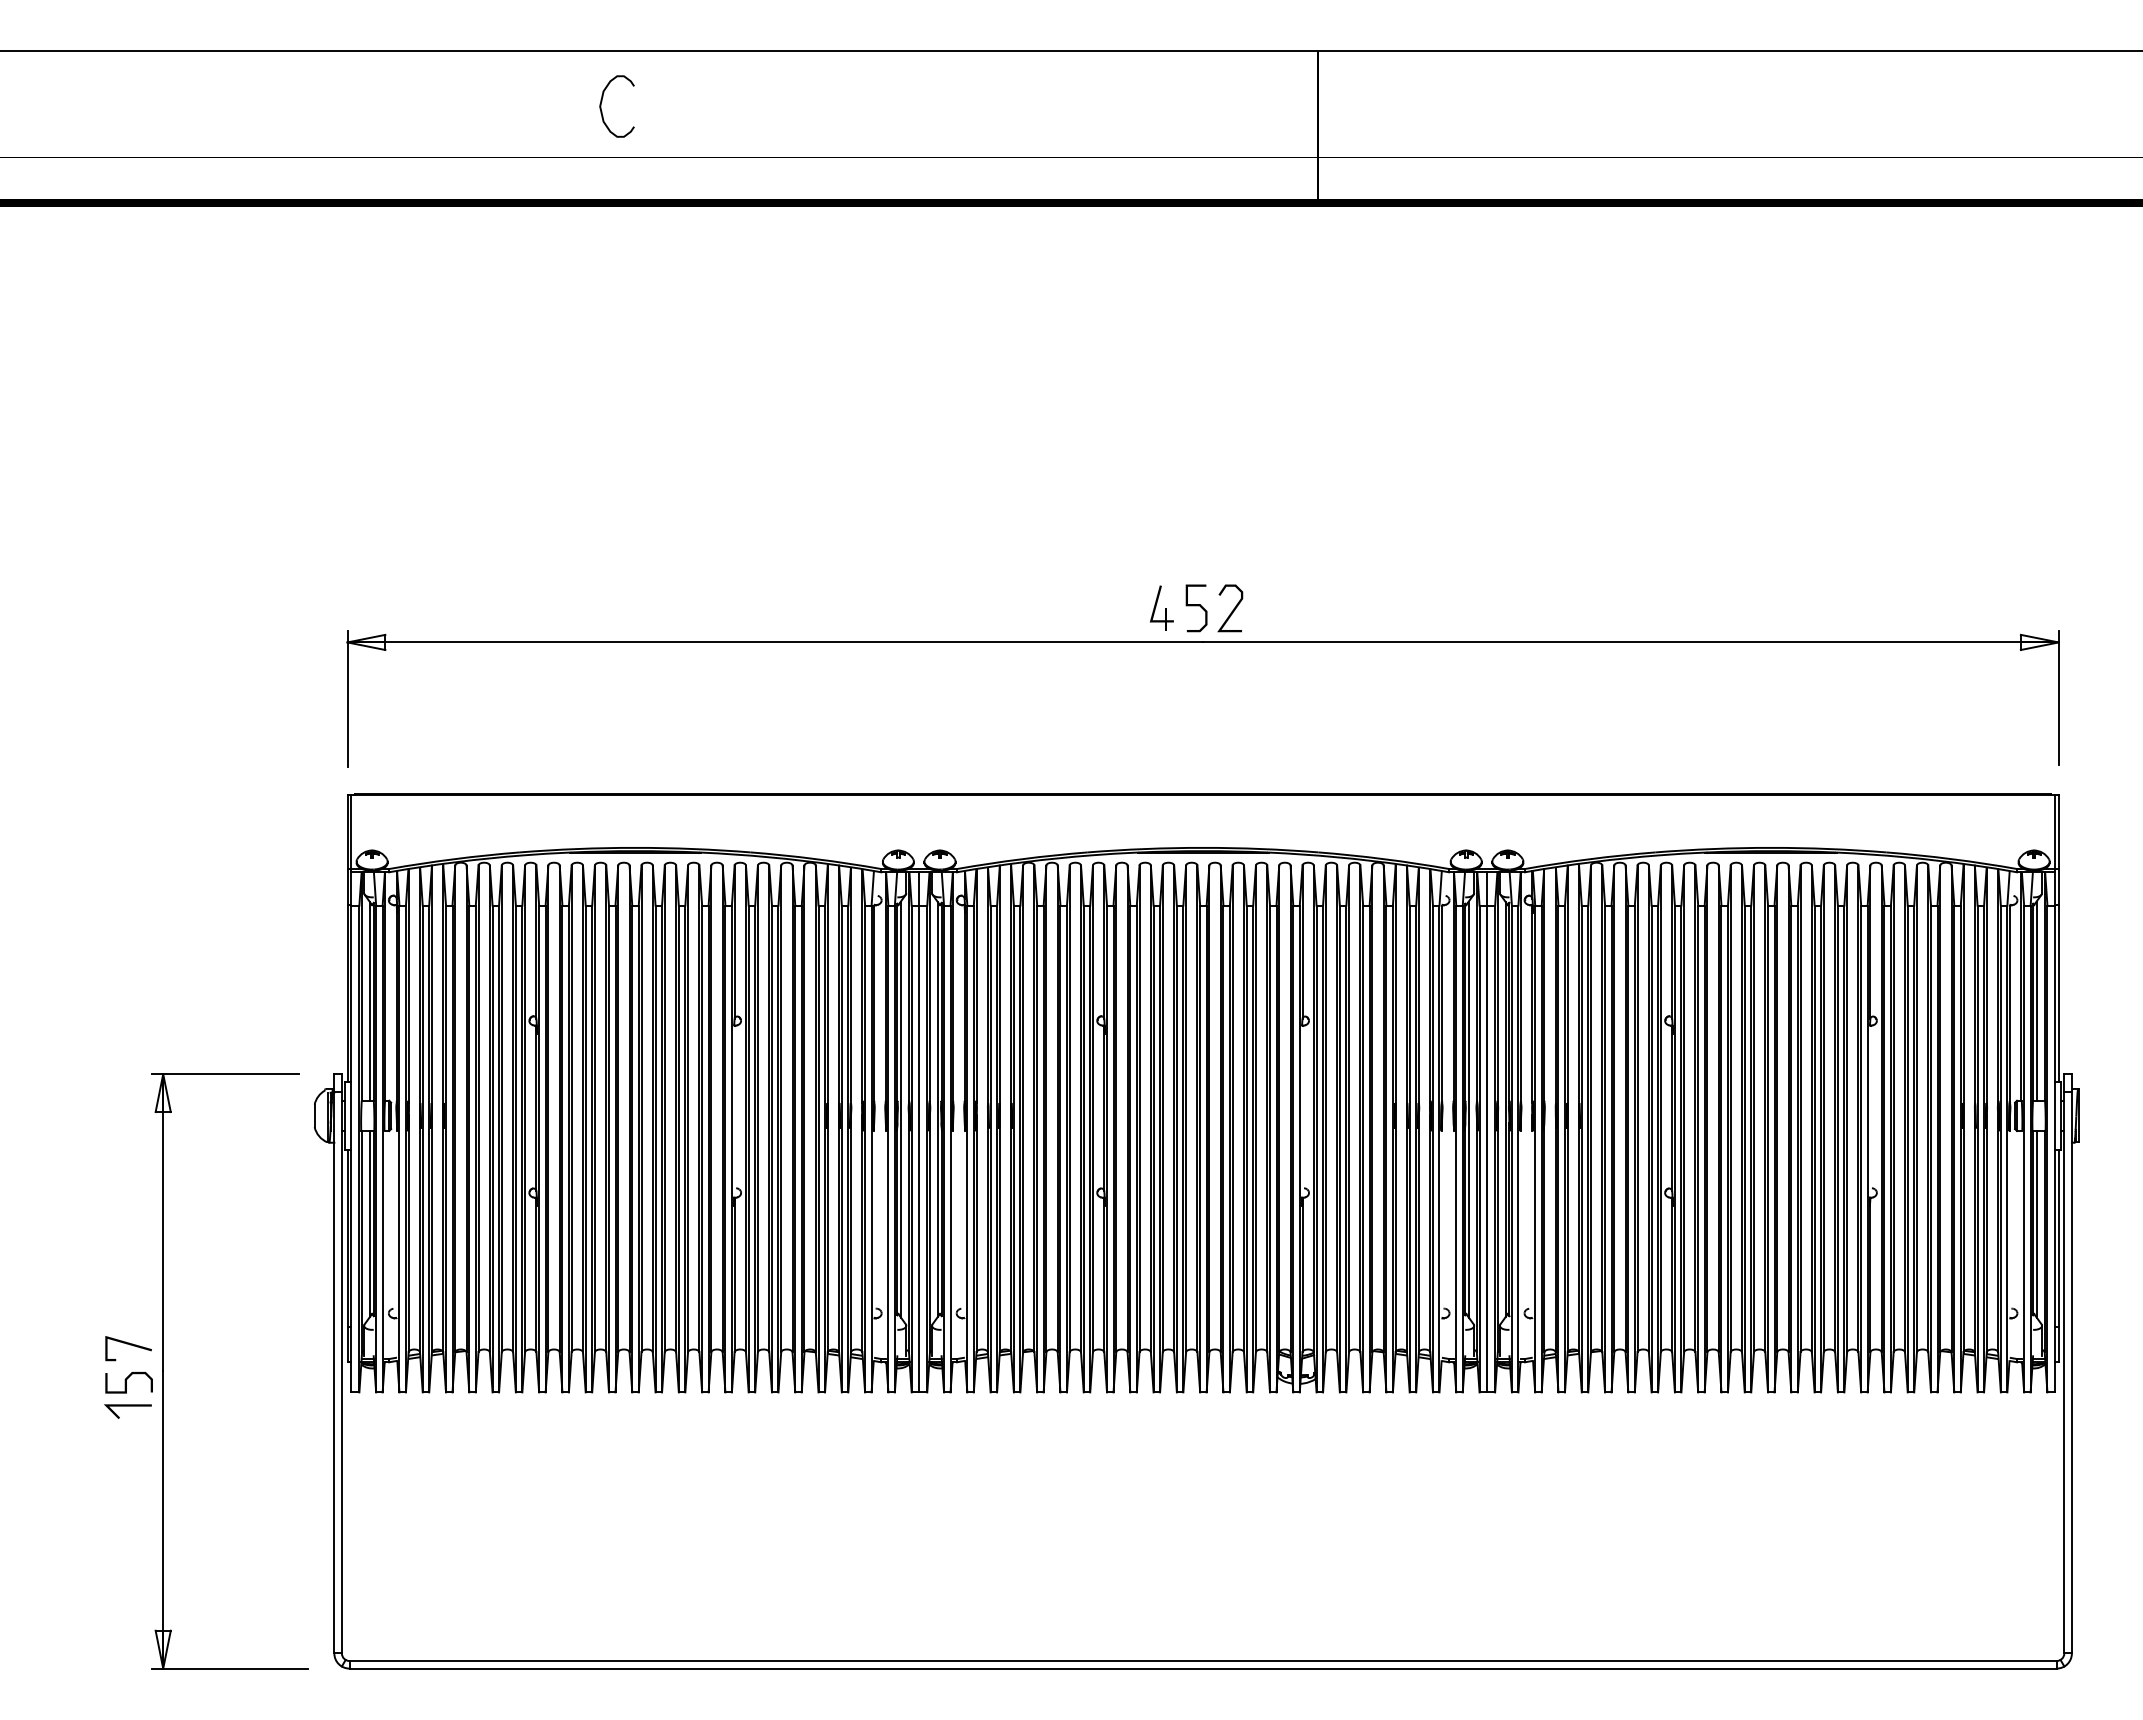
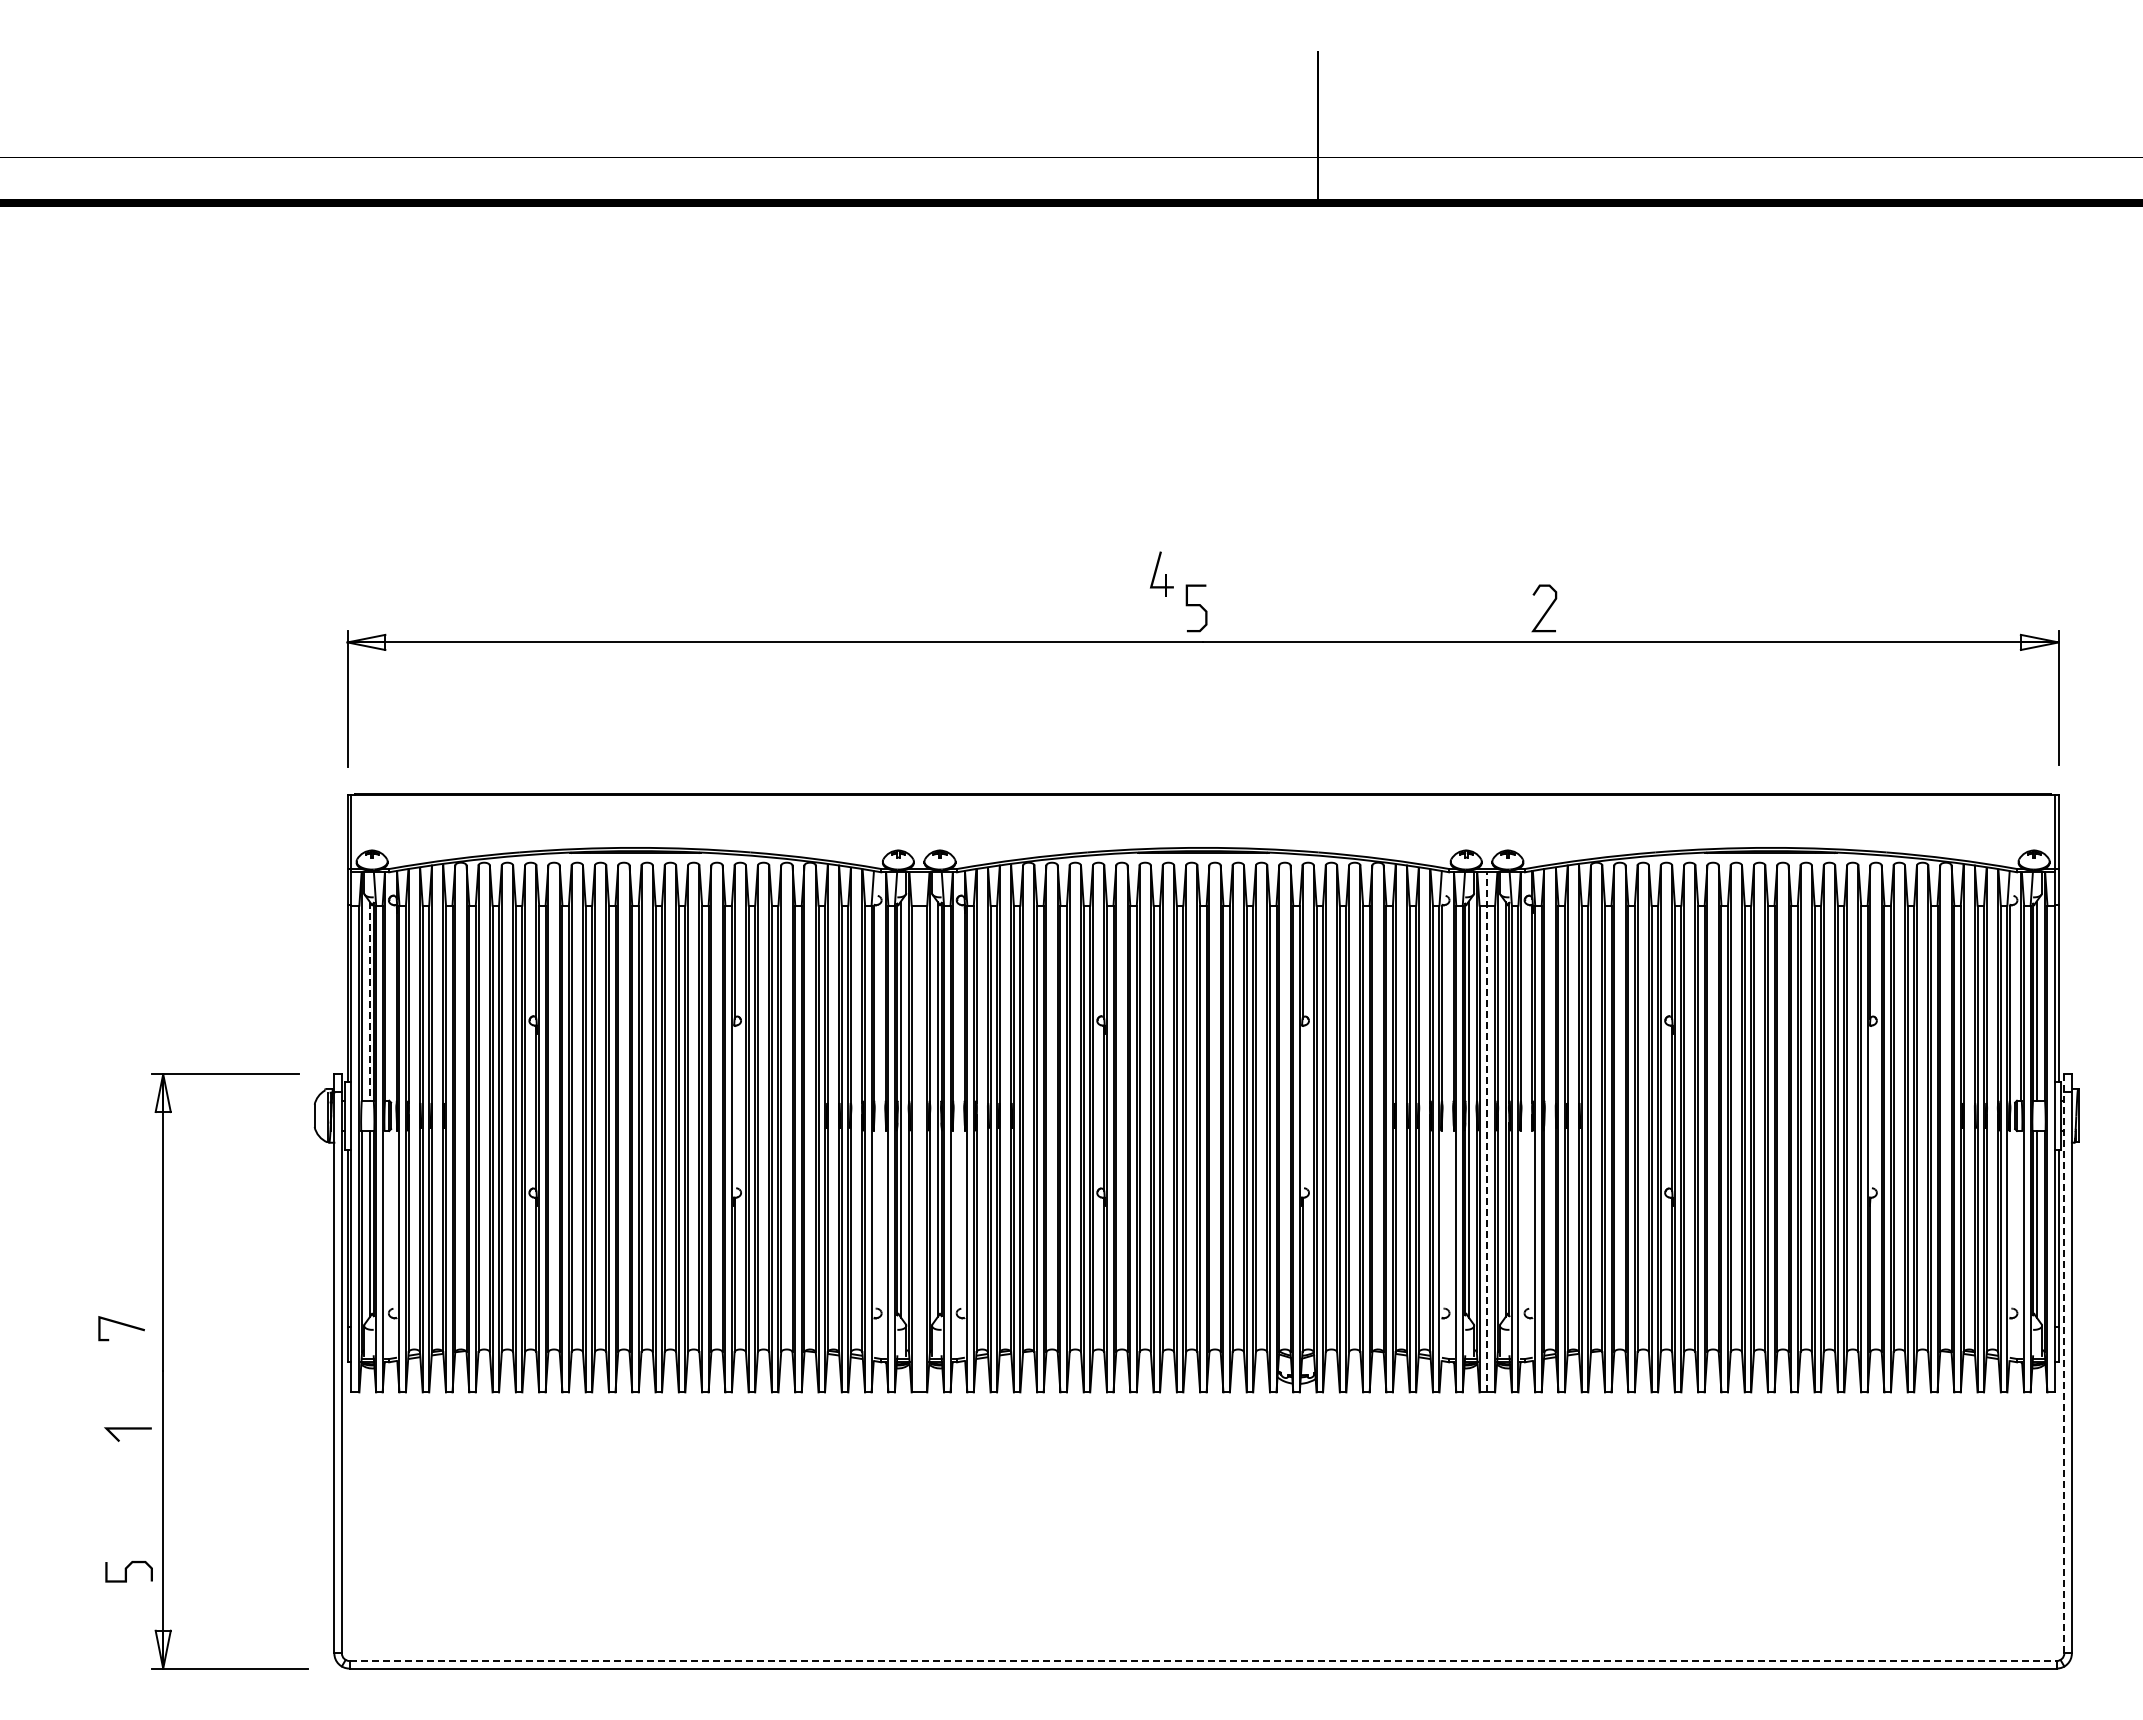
line at (1070, 51): present -> none
curve at (602, 101): present -> none
part at (1161, 607) position: (1161, 607) -> (1161, 573)
curve at (1232, 610) position: (1232, 610) -> (1546, 610)
line at (369, 1001): solid -> dashed
line at (1487, 1131): solid -> dashed
line at (919, 1132): present -> none
line at (130, 1345) position: (130, 1345) -> (123, 1325)
line at (2064, 1363): solid -> dashed
curve at (126, 1382) position: (126, 1382) -> (126, 1571)
line at (127, 1406) position: (127, 1406) -> (127, 1429)
line at (1203, 1661): solid -> dashed
